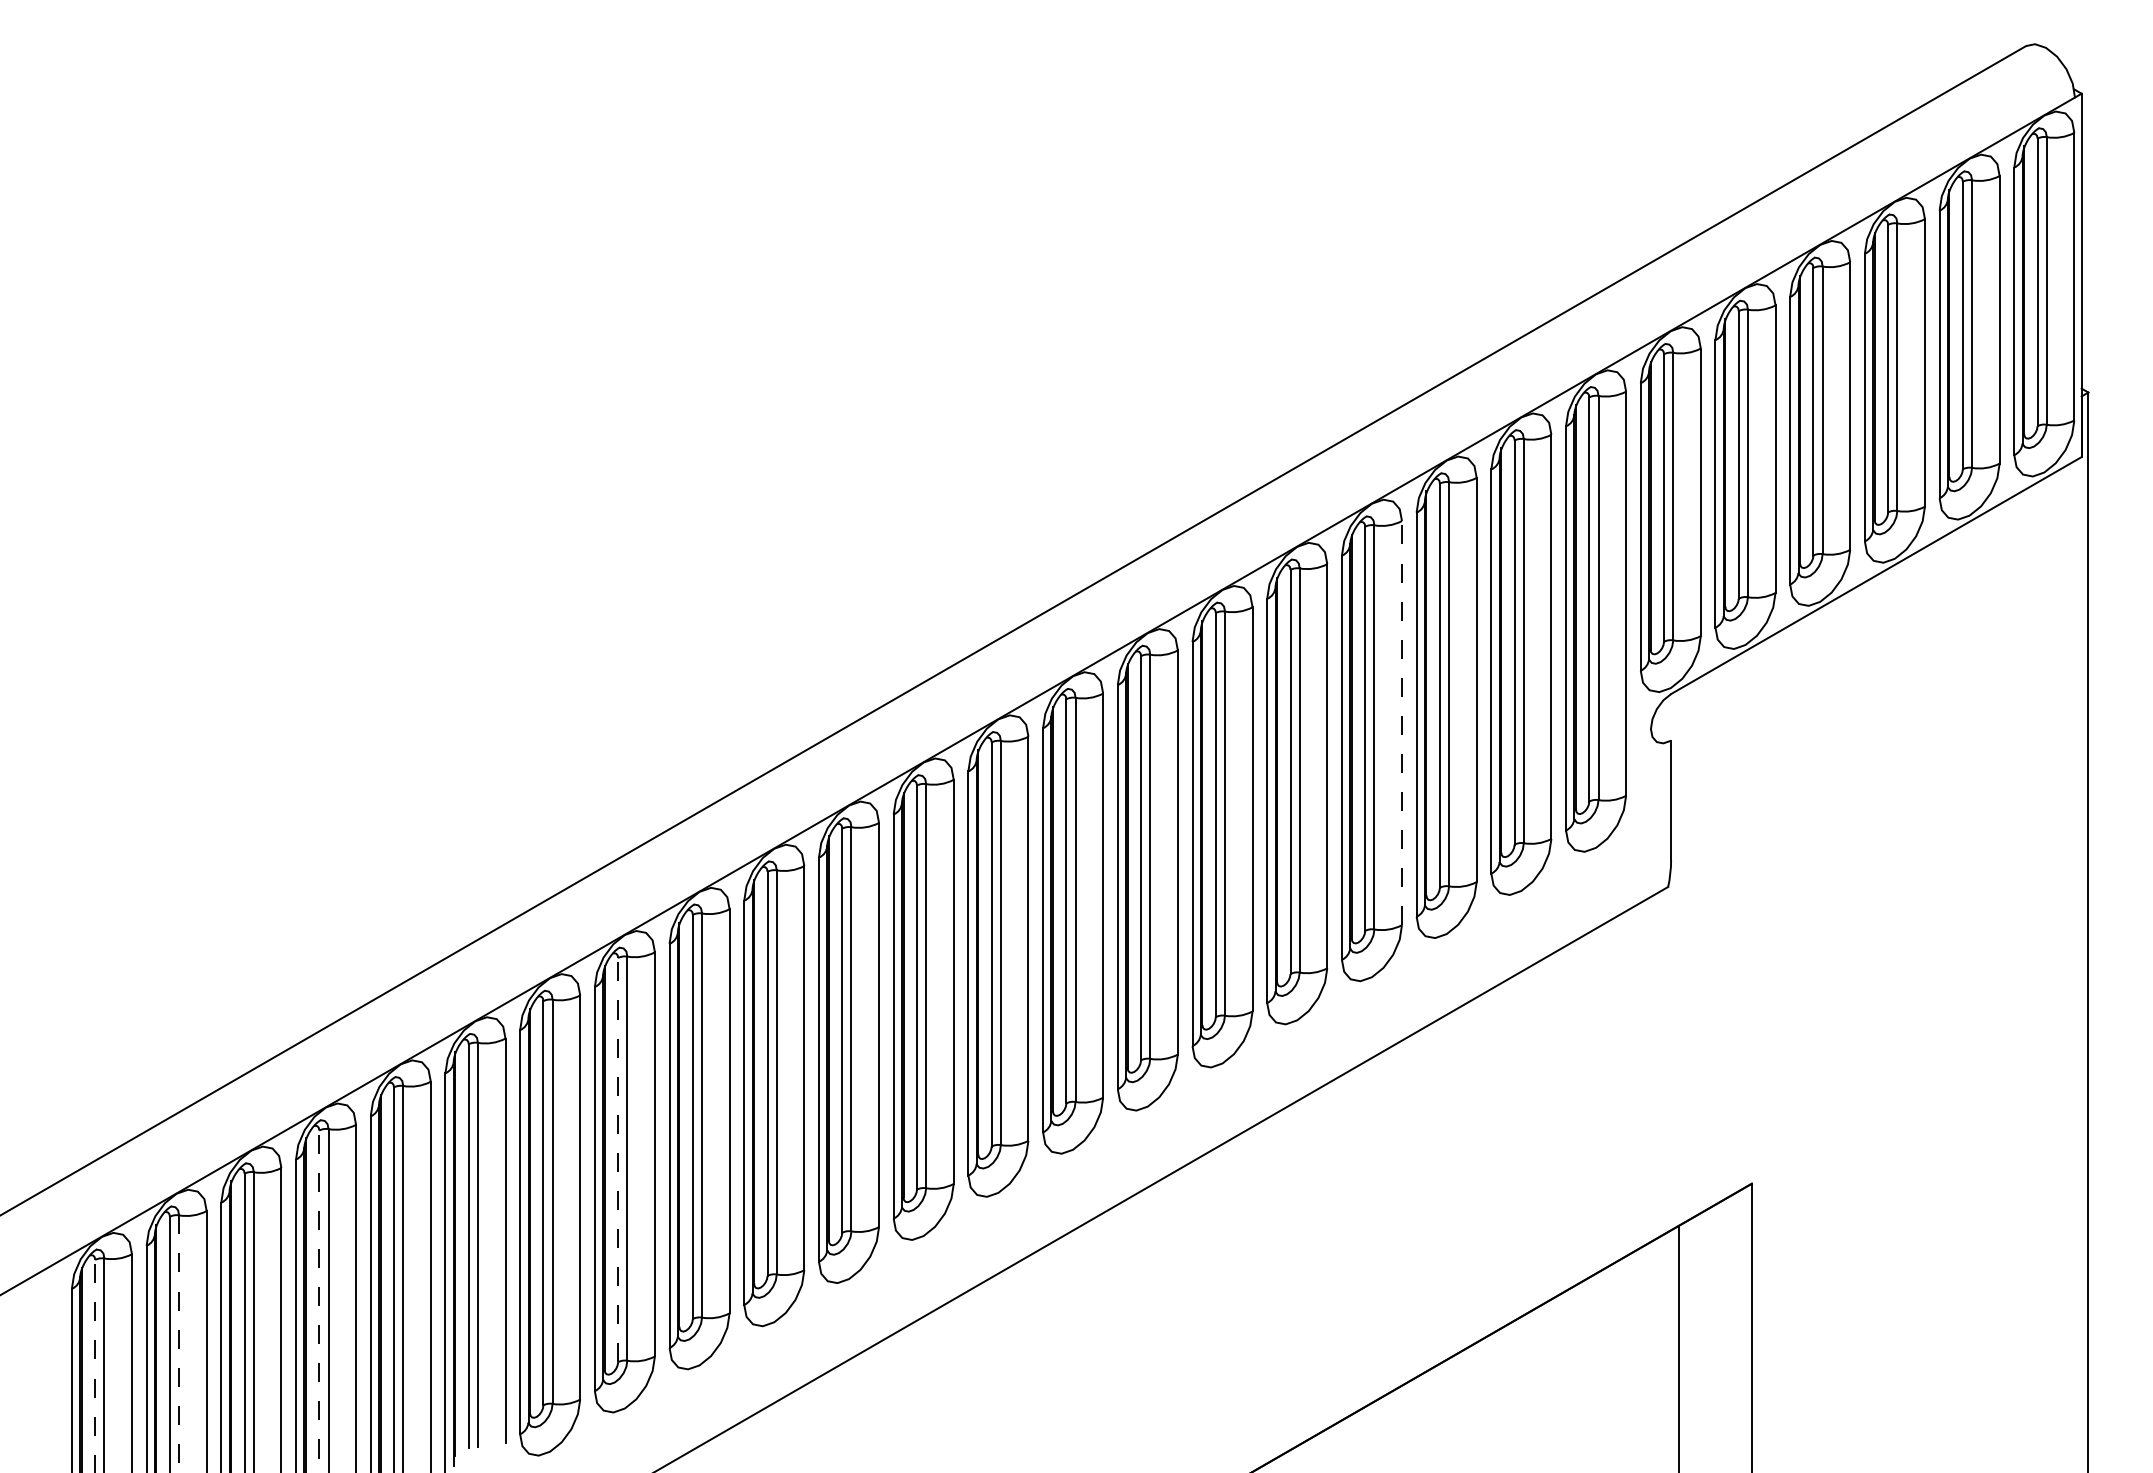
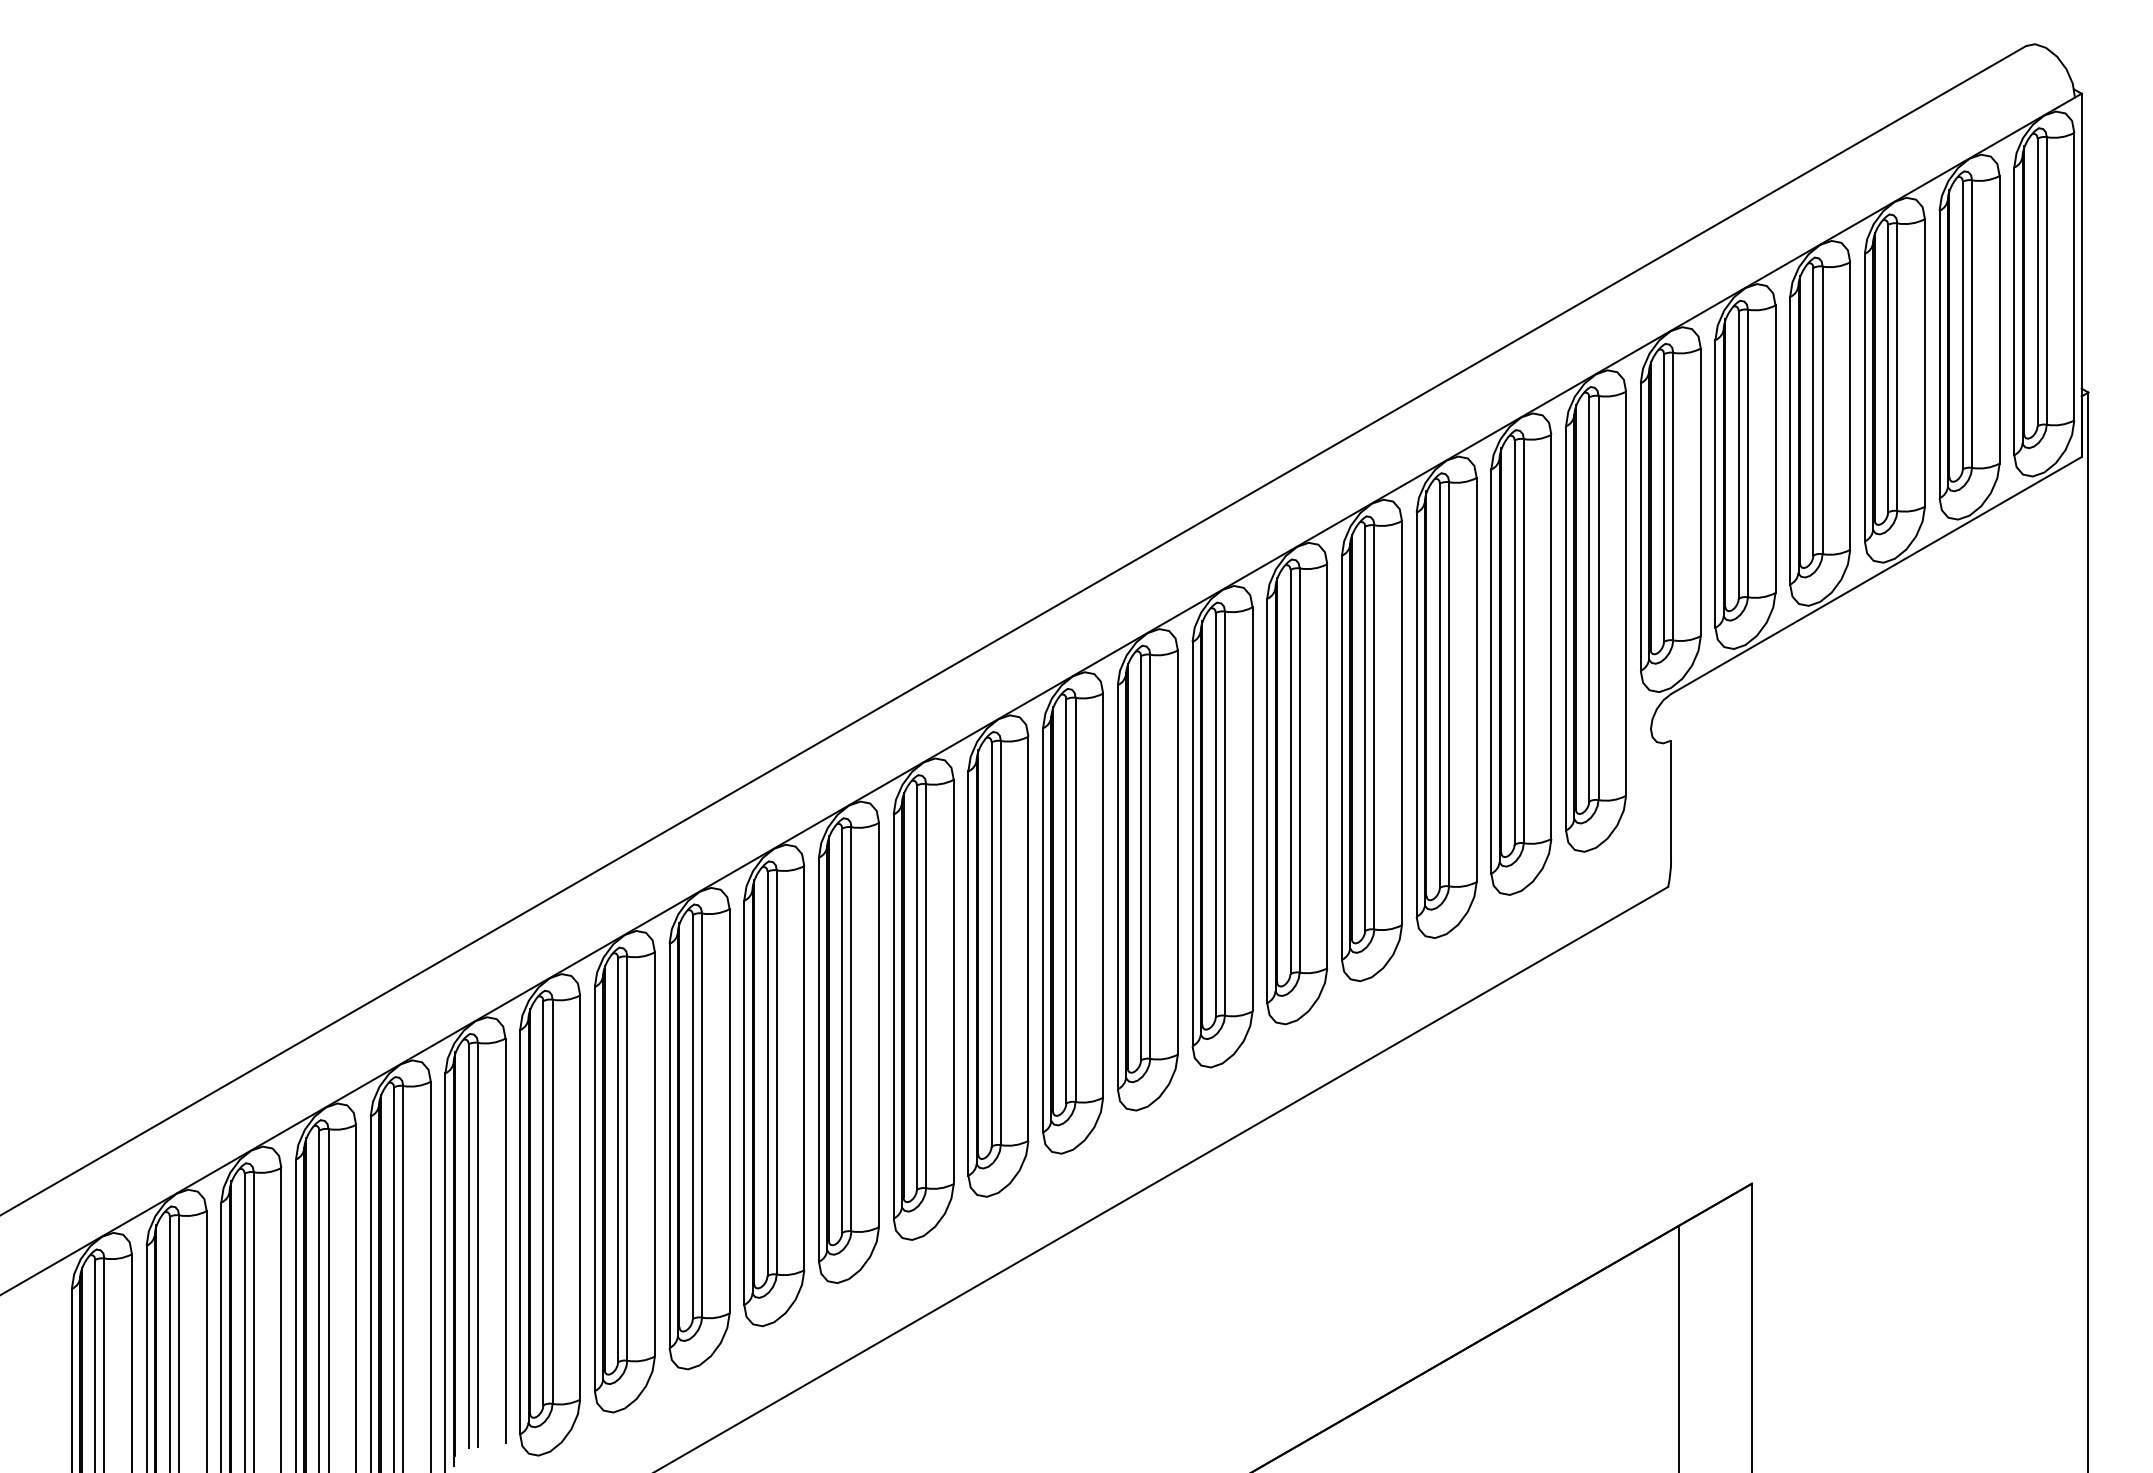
line at (1401, 722): dashed -> solid
line at (618, 1159): dashed -> solid
line at (319, 1301): dashed -> solid
line at (179, 1344): dashed -> solid
line at (95, 1365): dashed -> solid
